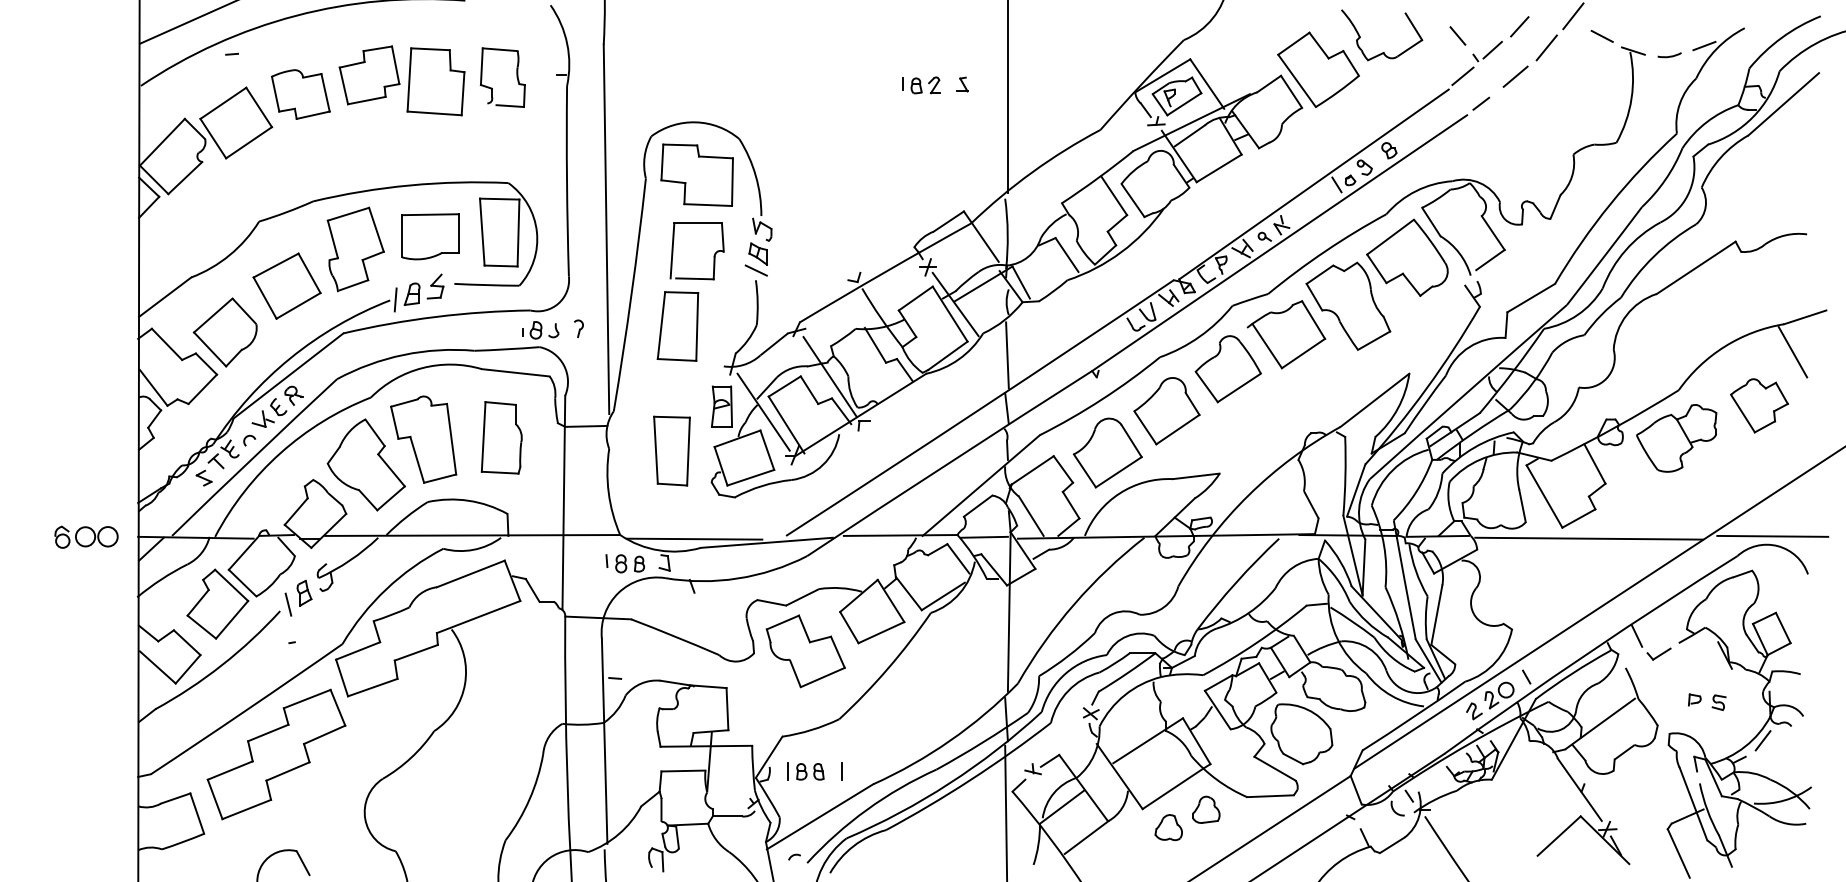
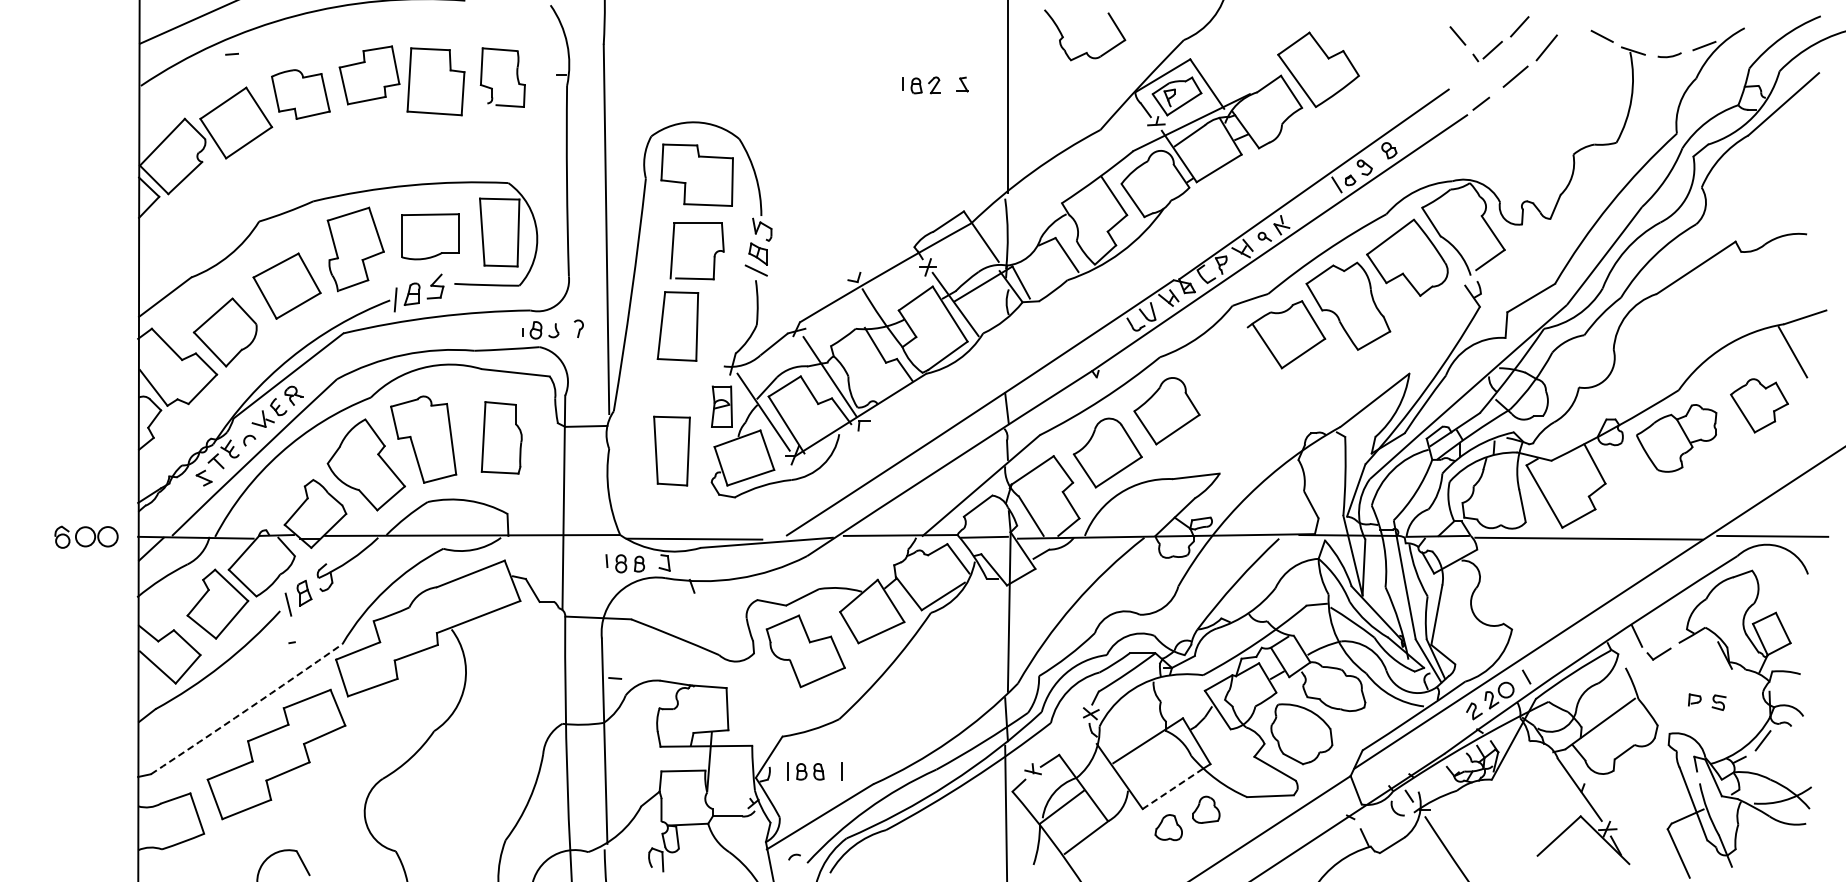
line at (1573, 16): present -> none
part at (1382, 52) position: (1382, 52) -> (1085, 52)
line at (1462, 76): present -> none
line at (1007, 355): present -> none
part at (1227, 369): present -> none
arc at (247, 709): solid -> dashed
line at (1172, 789): solid -> dashed
